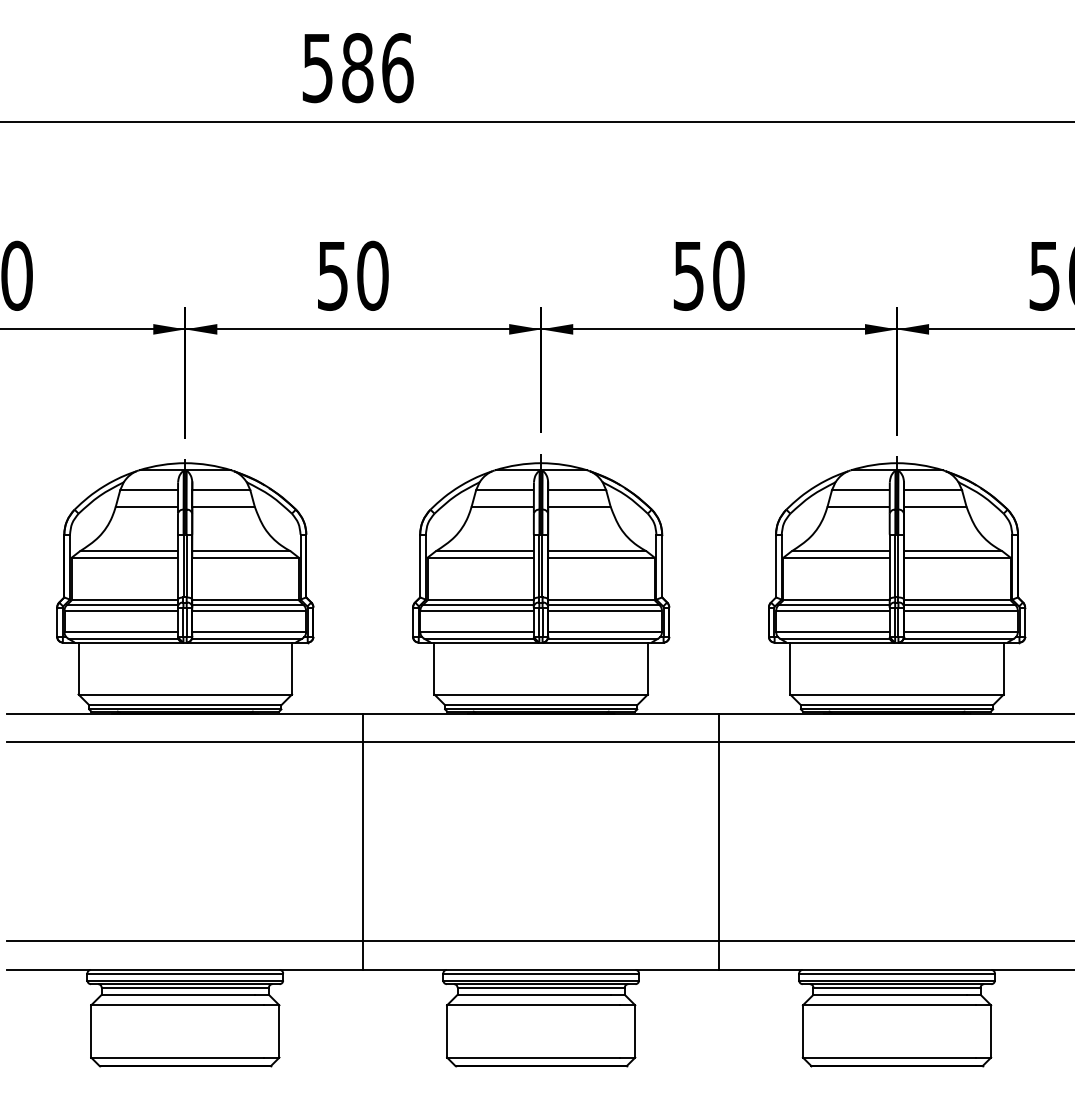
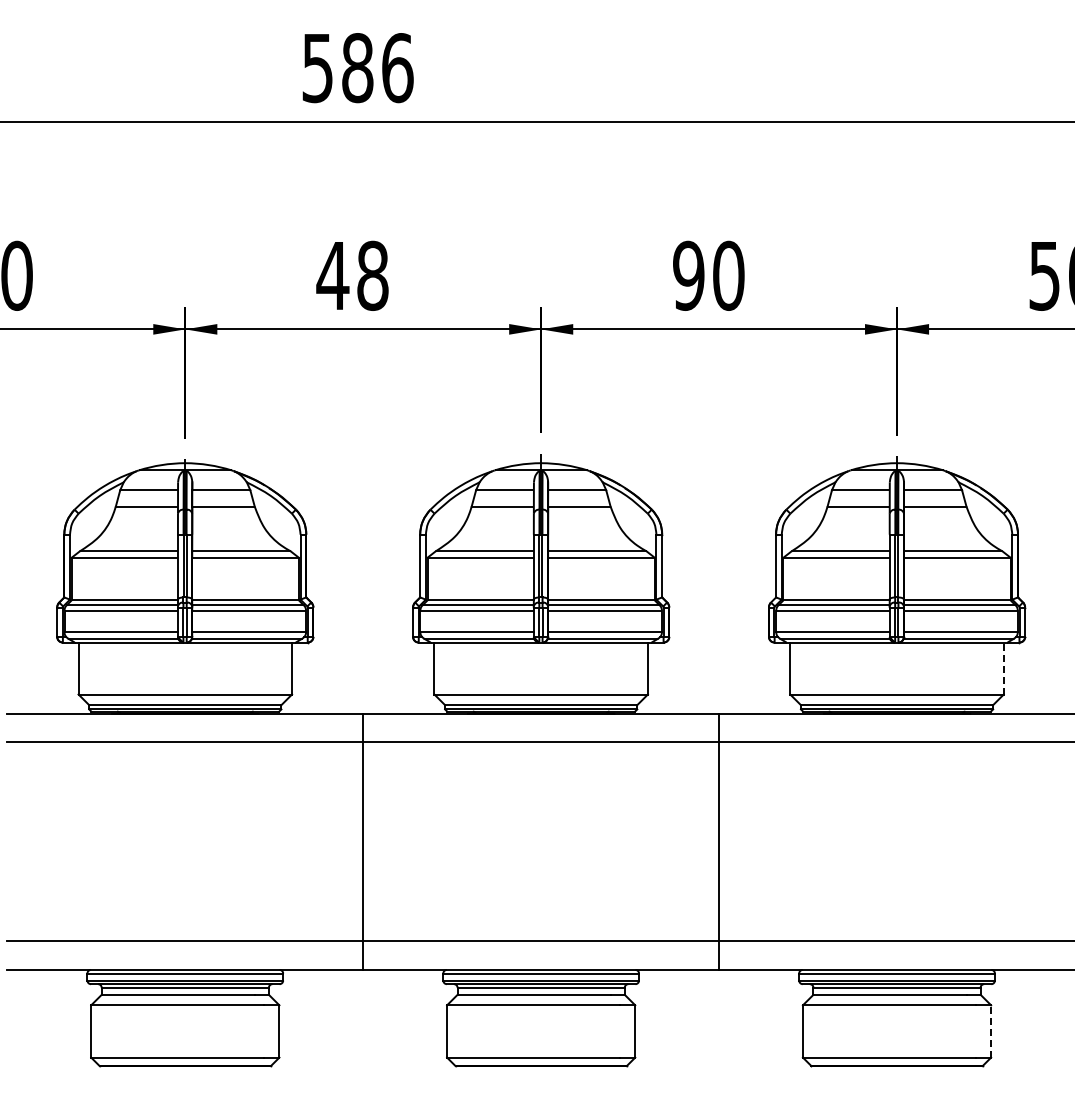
text at (352, 275): 50 -> 48
text at (688, 275): 50 -> 90
line at (1003, 668): solid -> dashed
line at (991, 1030): solid -> dashed
